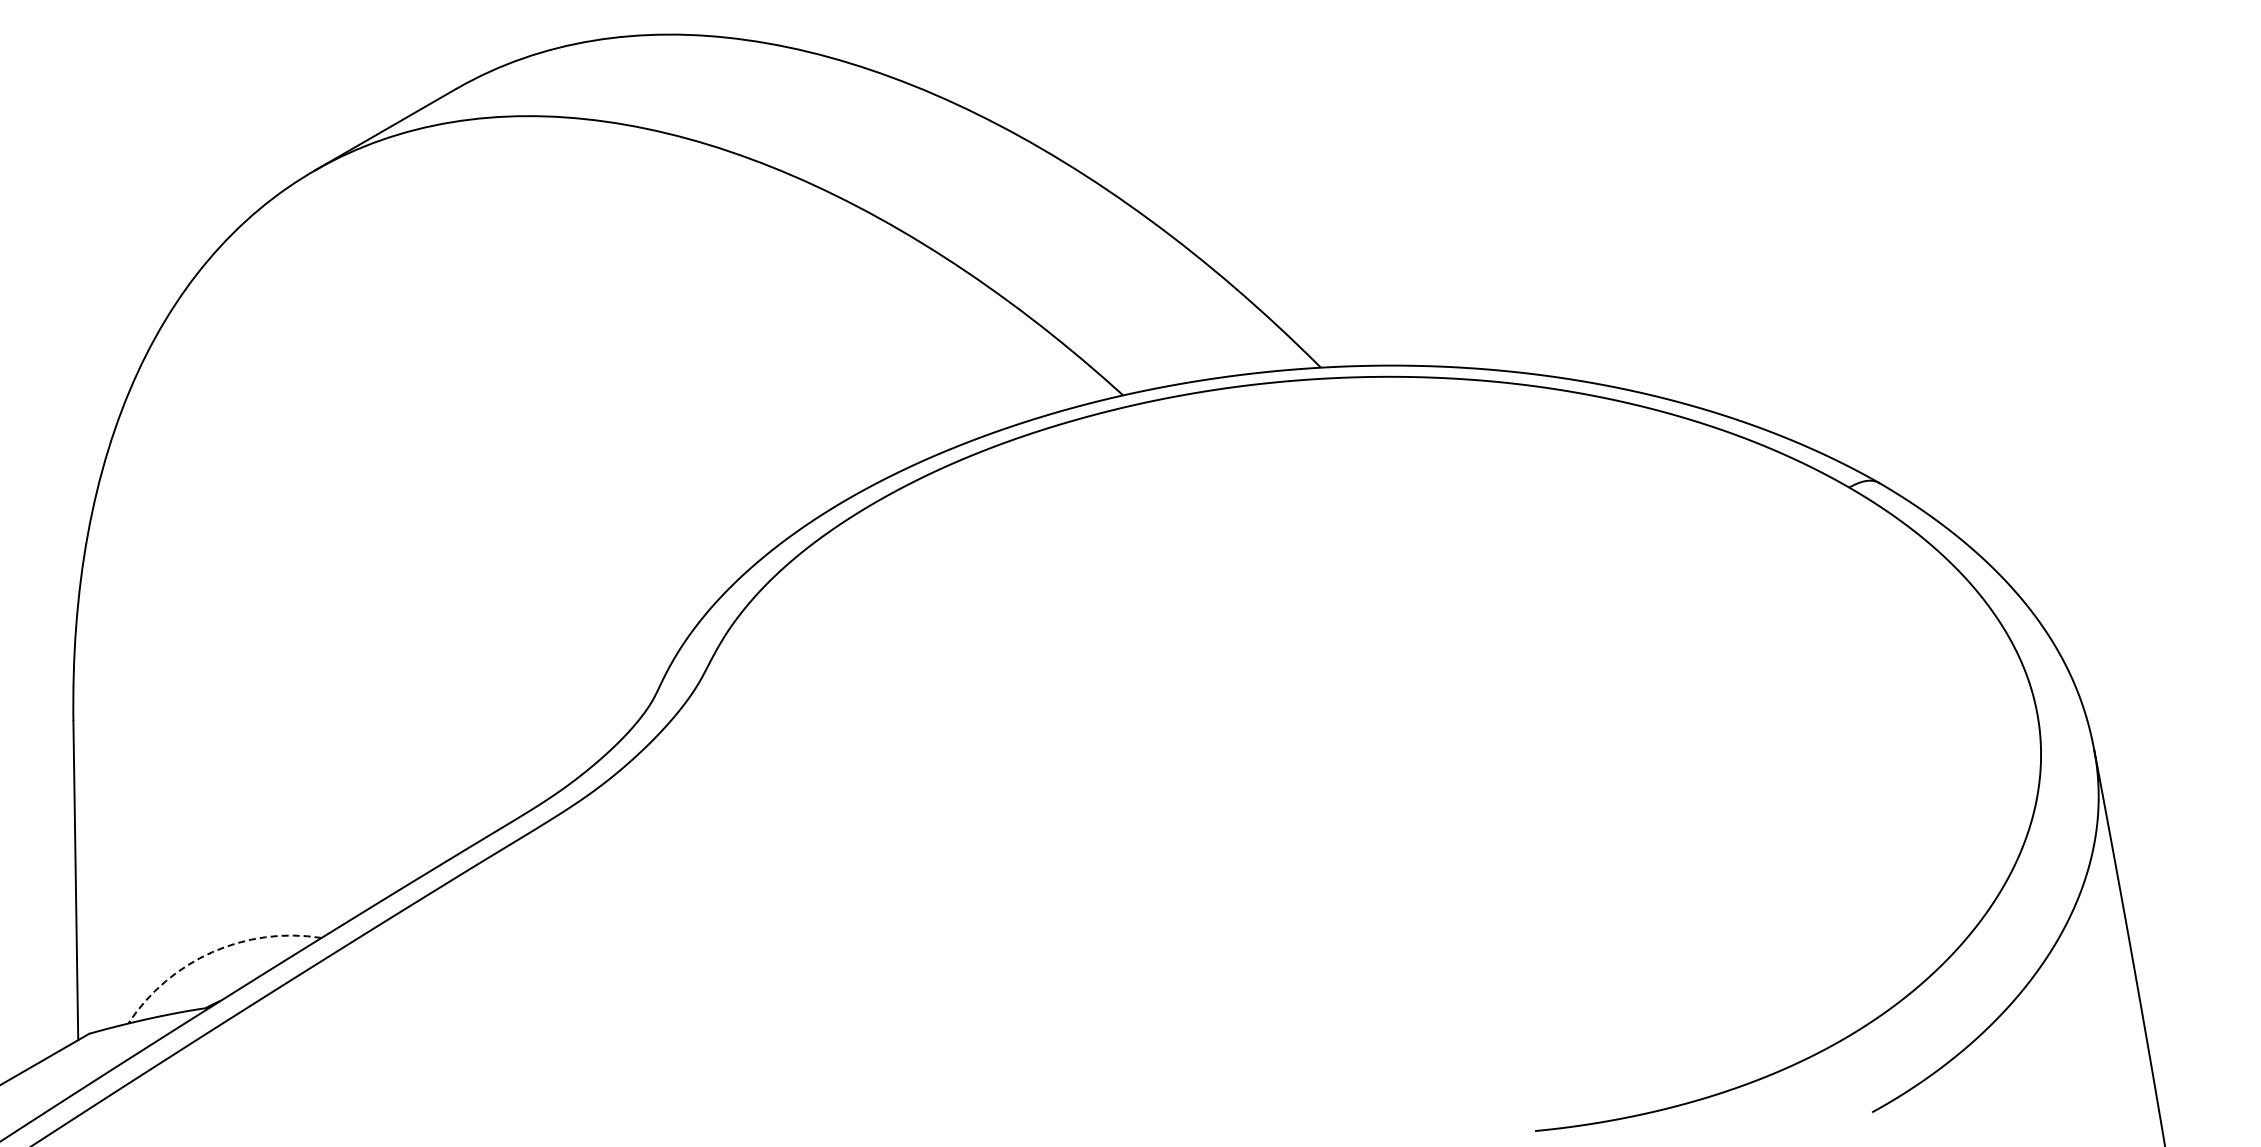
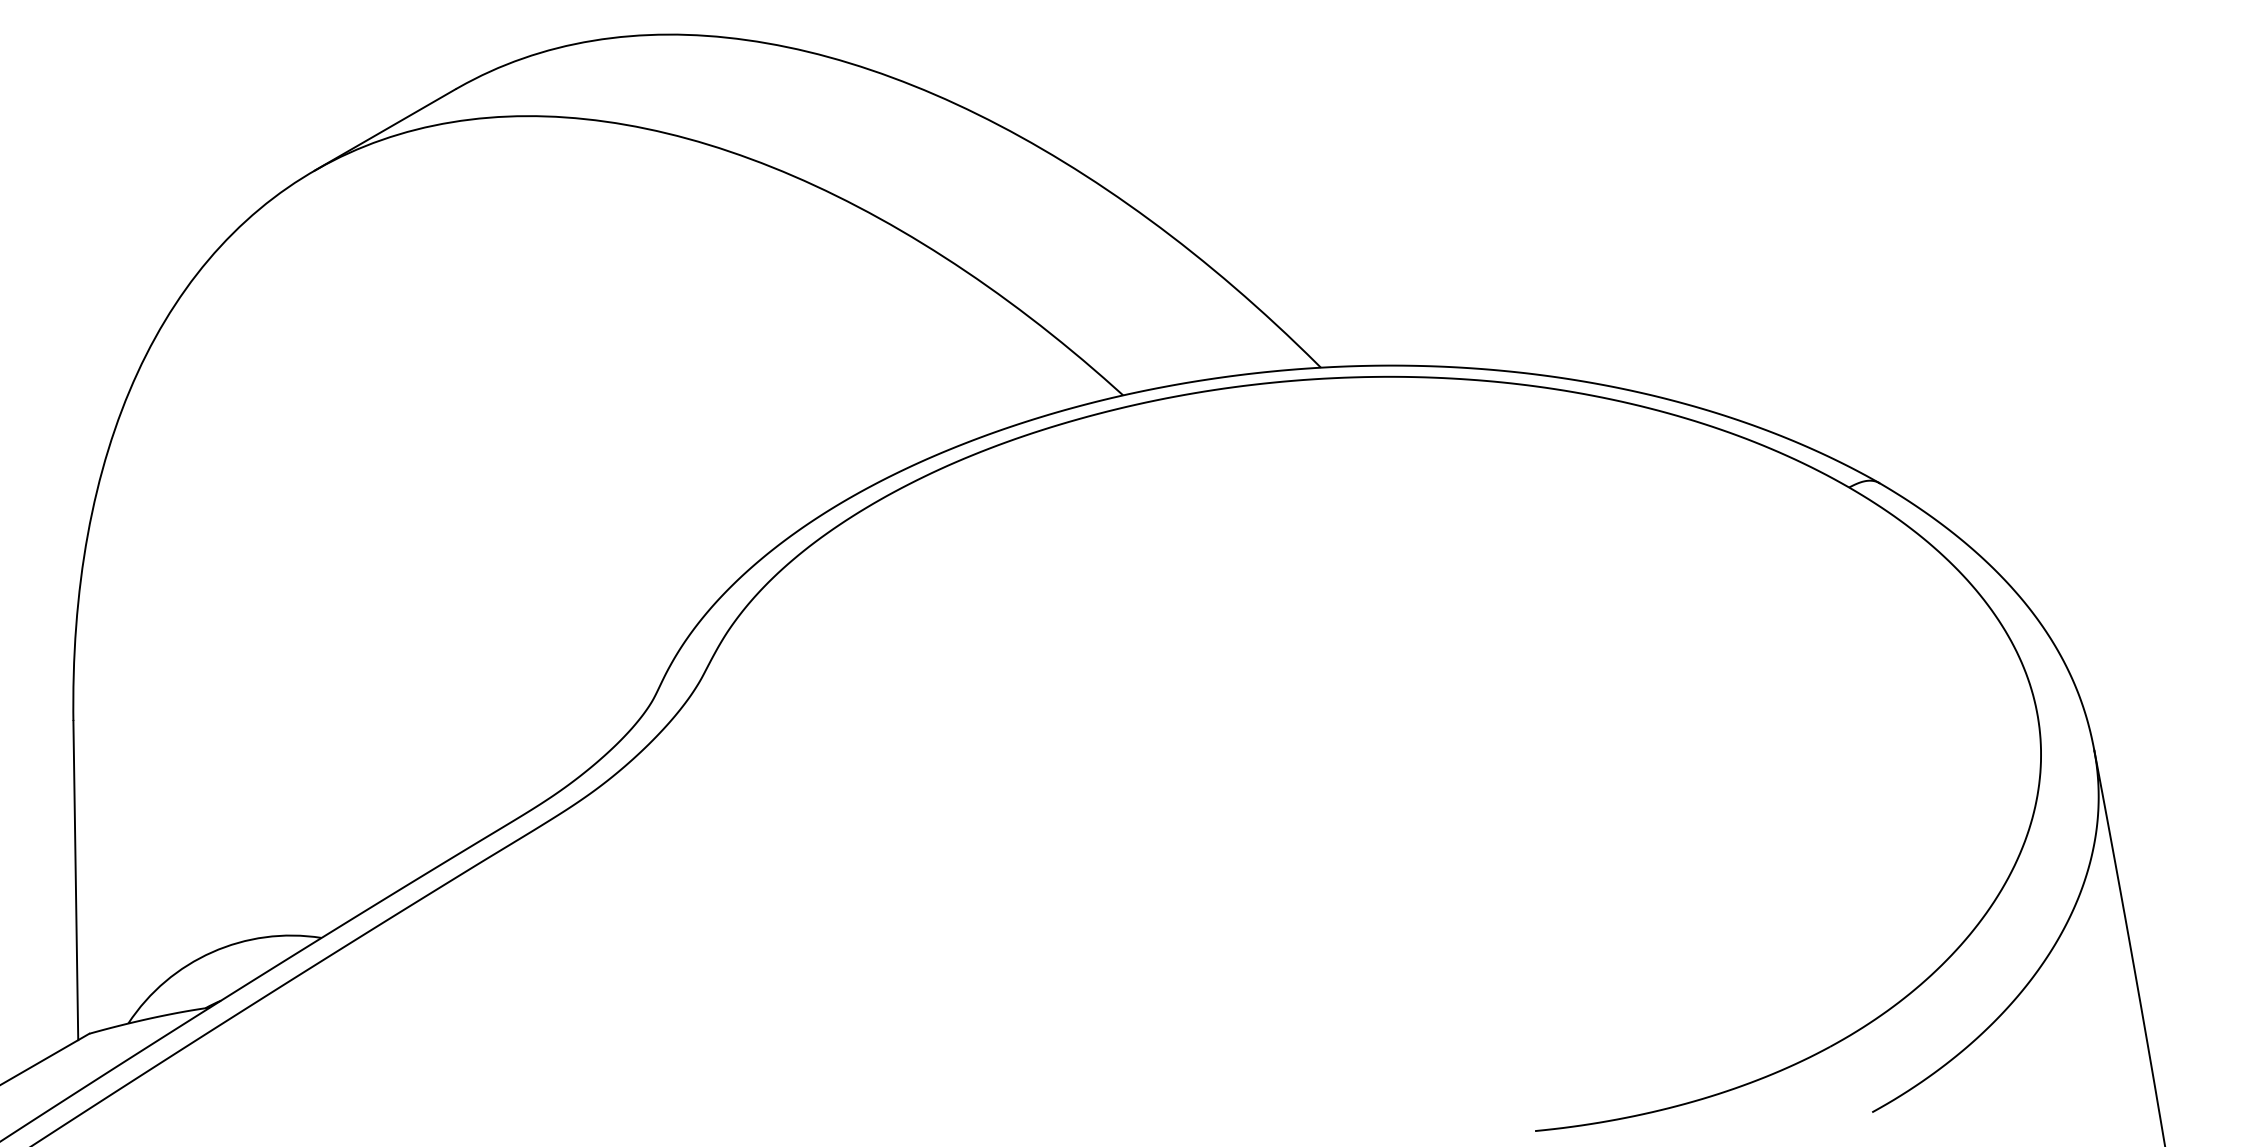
arc at (212, 952): dashed -> solid
